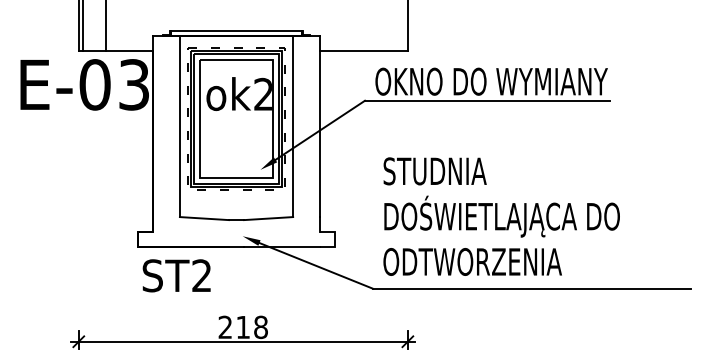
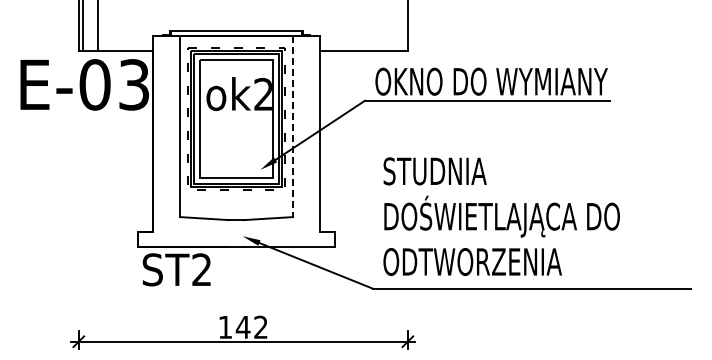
line at (105, 26) position: (105, 26) -> (97, 26)
line at (293, 126): solid -> dashed
text at (176, 275) position: (176, 275) -> (176, 269)
text at (242, 327): 218 -> 142
